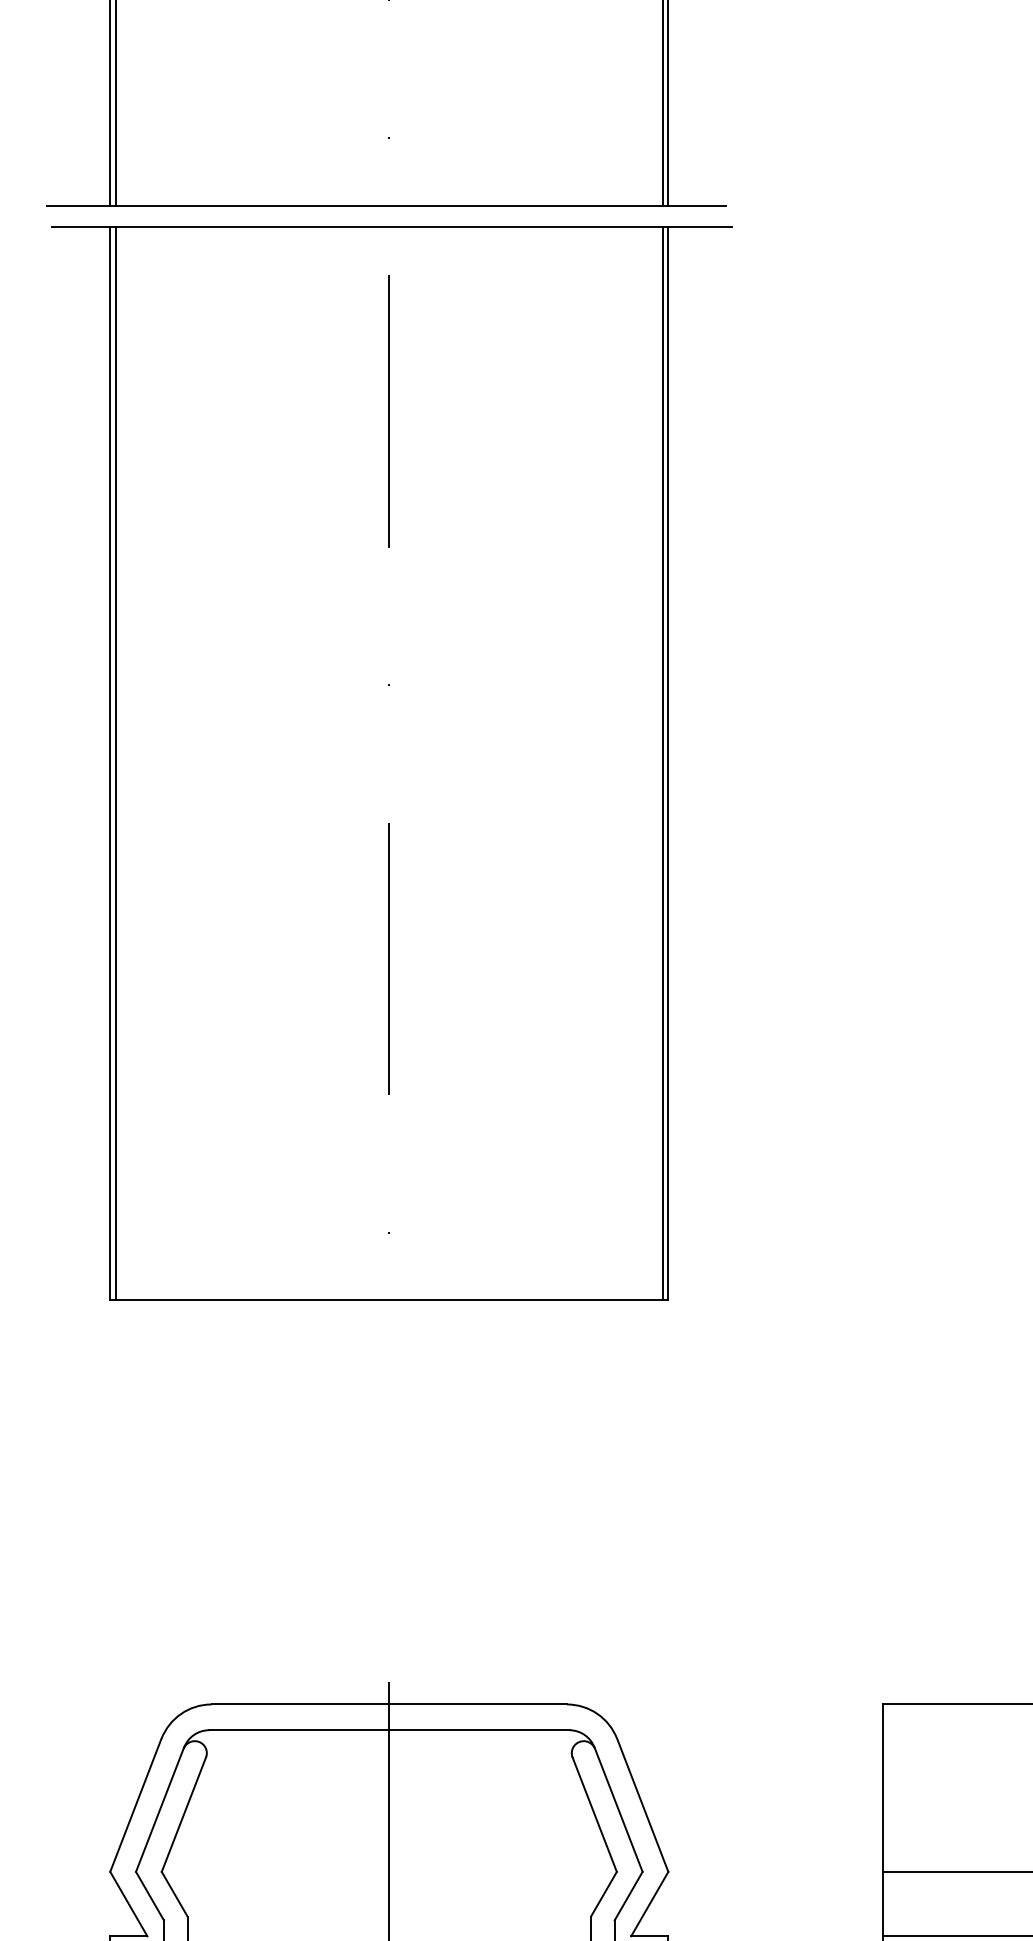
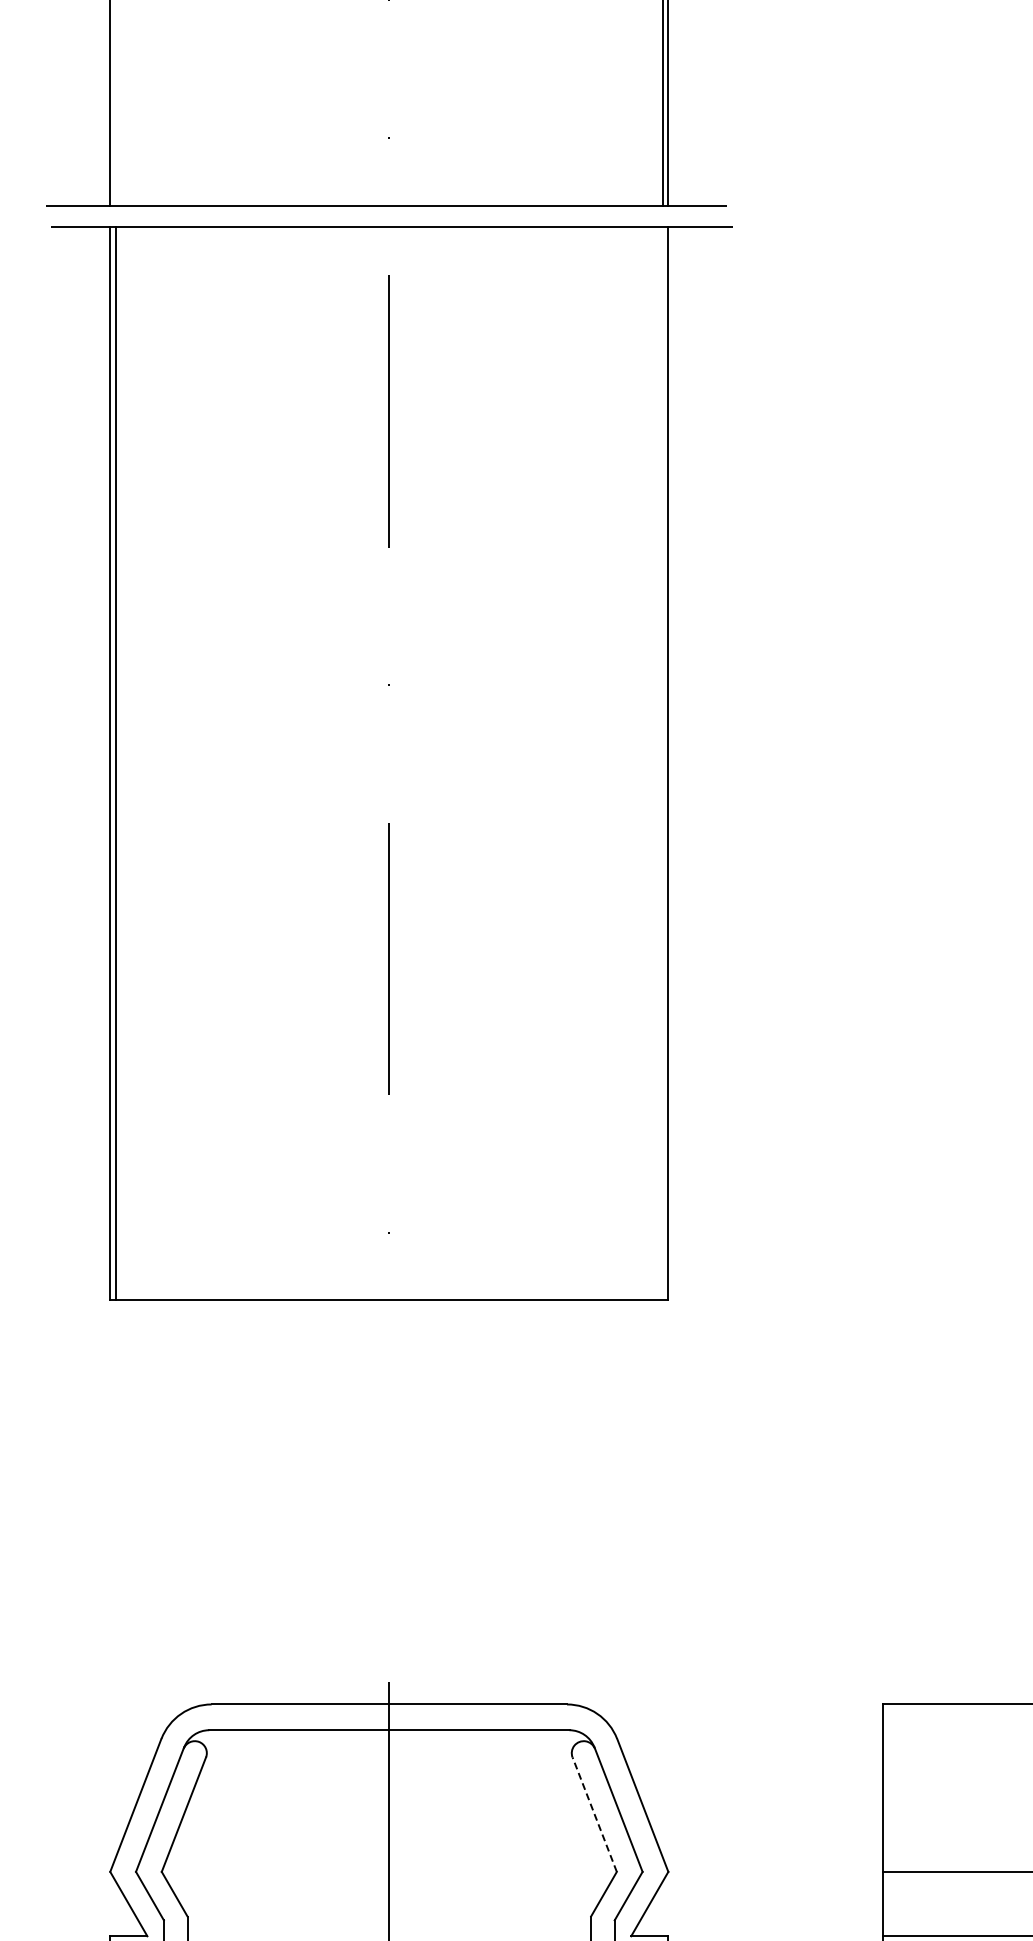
line at (116, 103): present -> none
line at (662, 763): present -> none
line at (594, 1814): solid -> dashed
